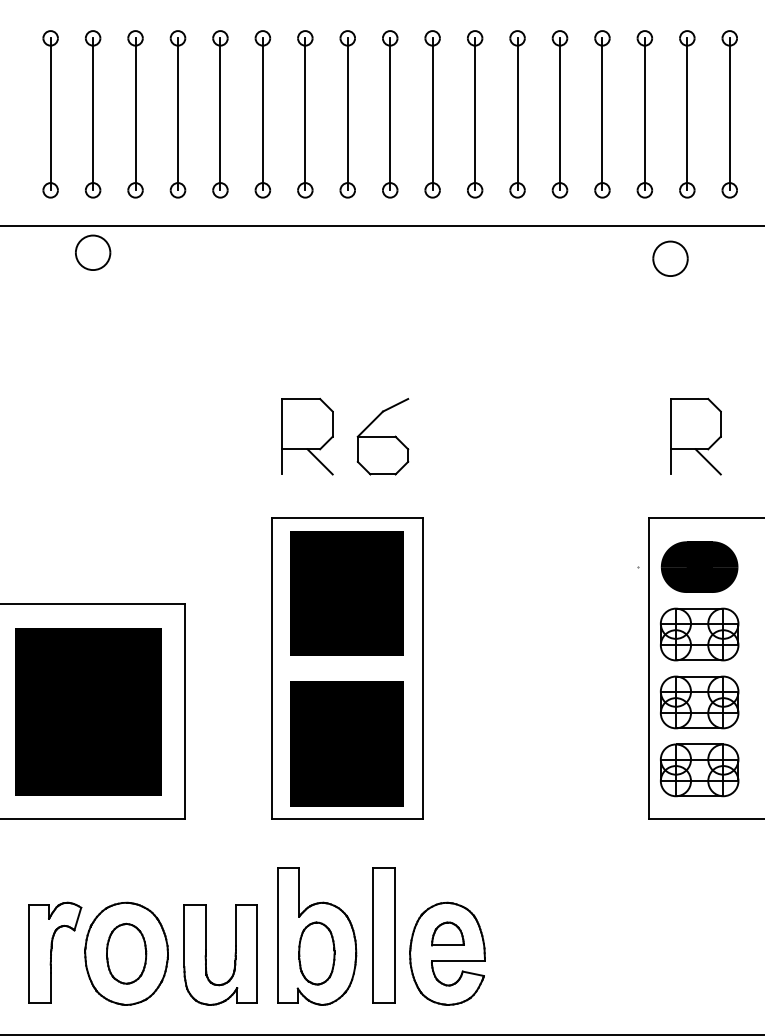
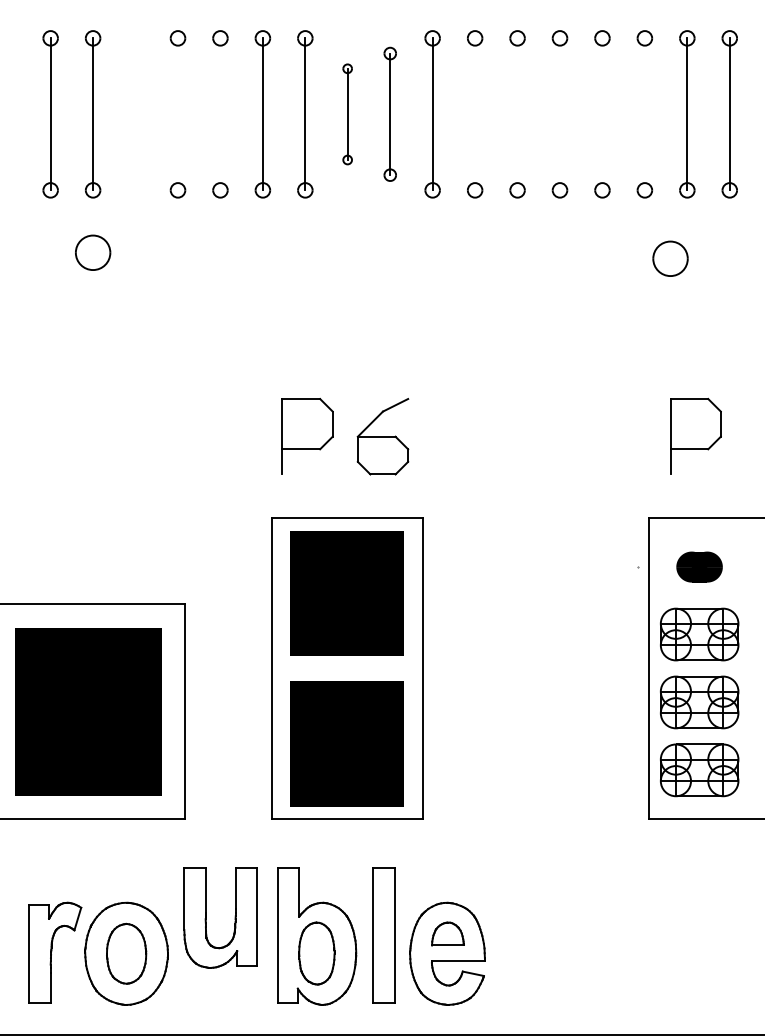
part at (135, 114): present -> none
line at (178, 114): present -> none
line at (220, 114): present -> none
part at (347, 114) size: 17x169 px -> 11x103 px
part at (390, 114) size: 17x169 px -> 14x136 px
line at (475, 114): present -> none
line at (517, 114): present -> none
line at (560, 114): present -> none
line at (602, 114): present -> none
line at (644, 114): present -> none
line at (381, 226): present -> none
line at (319, 461): present -> none
line at (707, 461): present -> none
part at (699, 566) size: 79x52 px -> 47x32 px
part at (206, 954) position: (206, 954) -> (206, 917)
